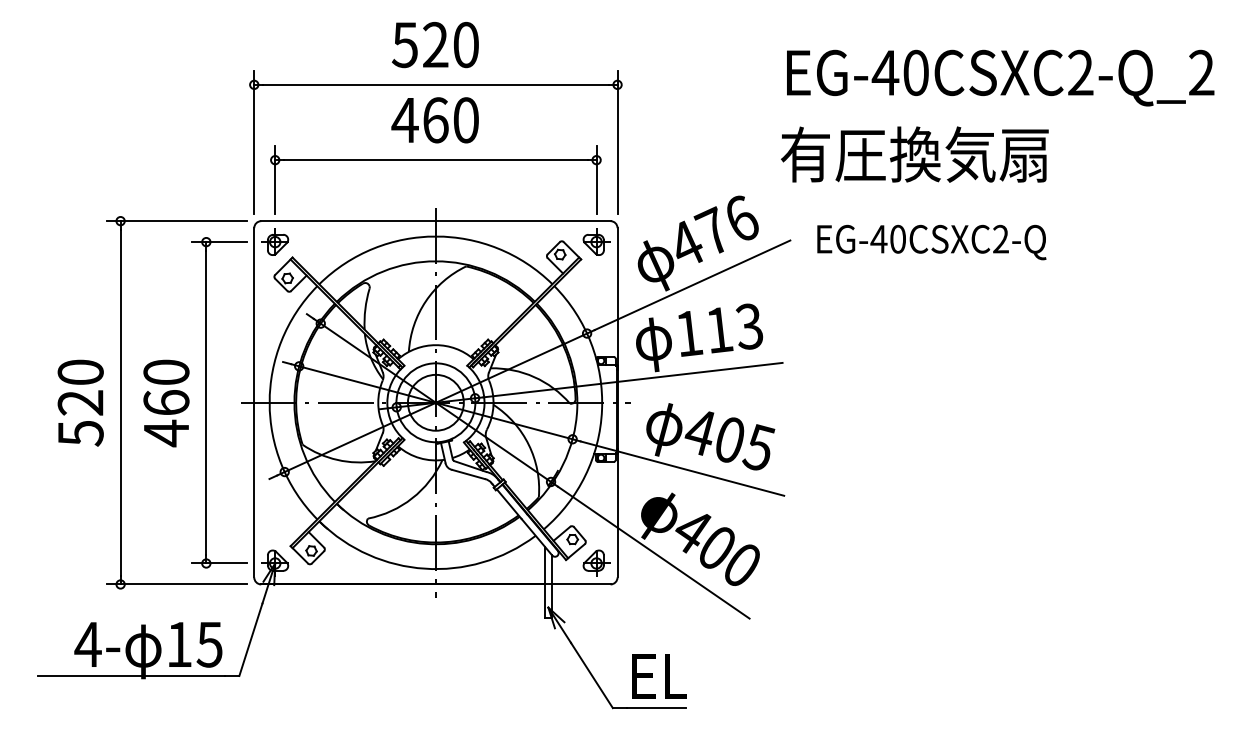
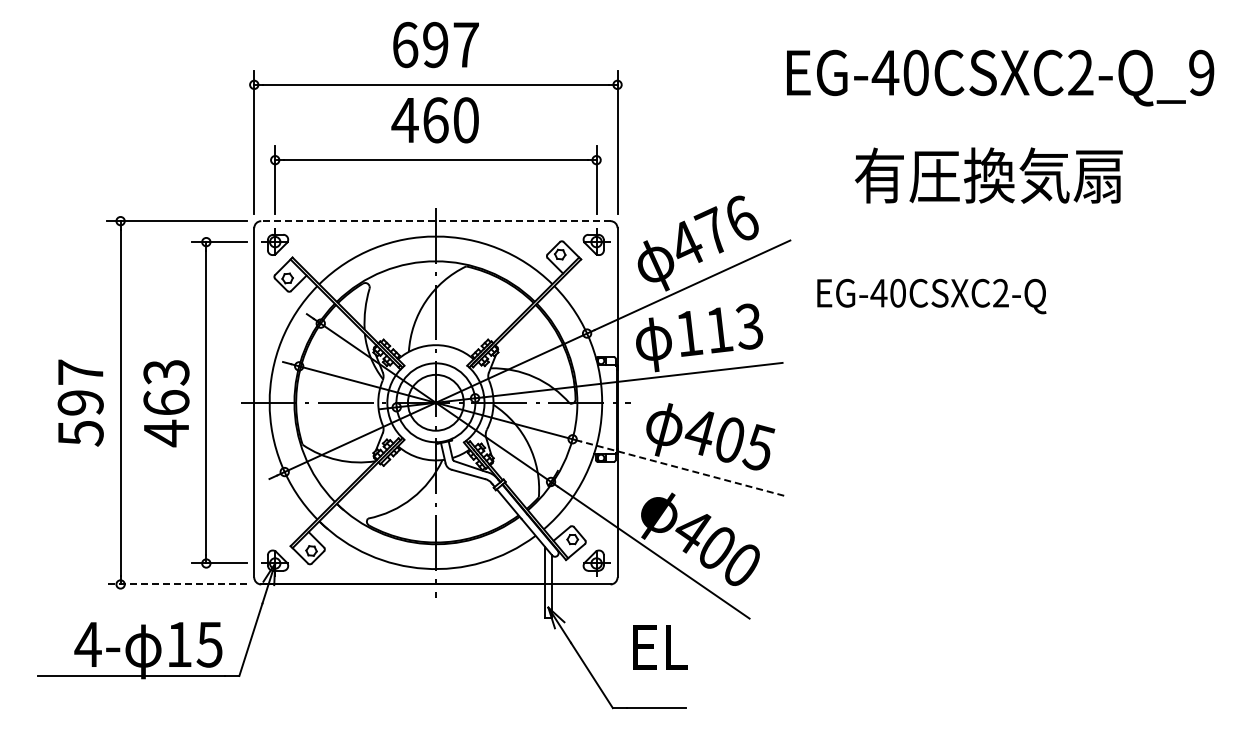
text at (434, 44): 520 -> 697
text at (1201, 73): EG-40CSXC2-Q_2 -> EG-40CSXC2-Q_9
text at (914, 154) position: (914, 154) -> (988, 175)
line at (435, 221): solid -> dashed
text at (931, 242) position: (931, 242) -> (931, 296)
text at (166, 372): 460 -> 463
text at (80, 387): 520 -> 597
line at (681, 468): solid -> dashed
line at (176, 584): solid -> dashed
text at (659, 676) position: (659, 676) -> (660, 647)
